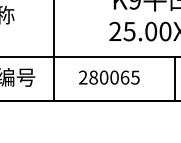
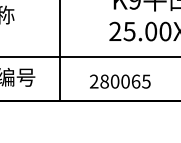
line at (53, 51) position: (53, 51) -> (59, 51)
text at (109, 77) position: (109, 77) -> (120, 81)
line at (174, 78): present -> none
